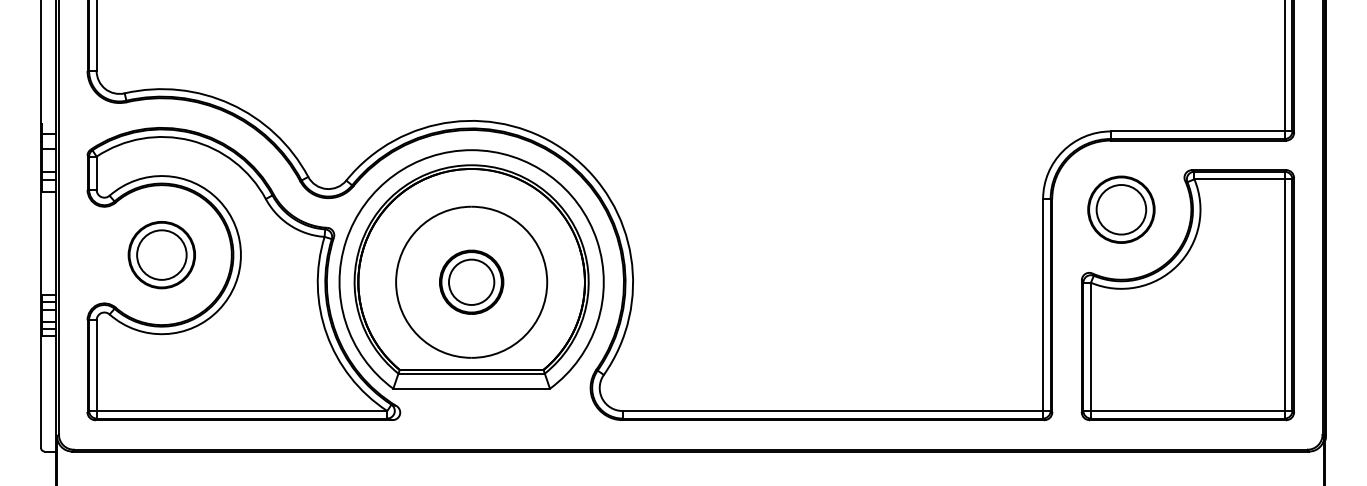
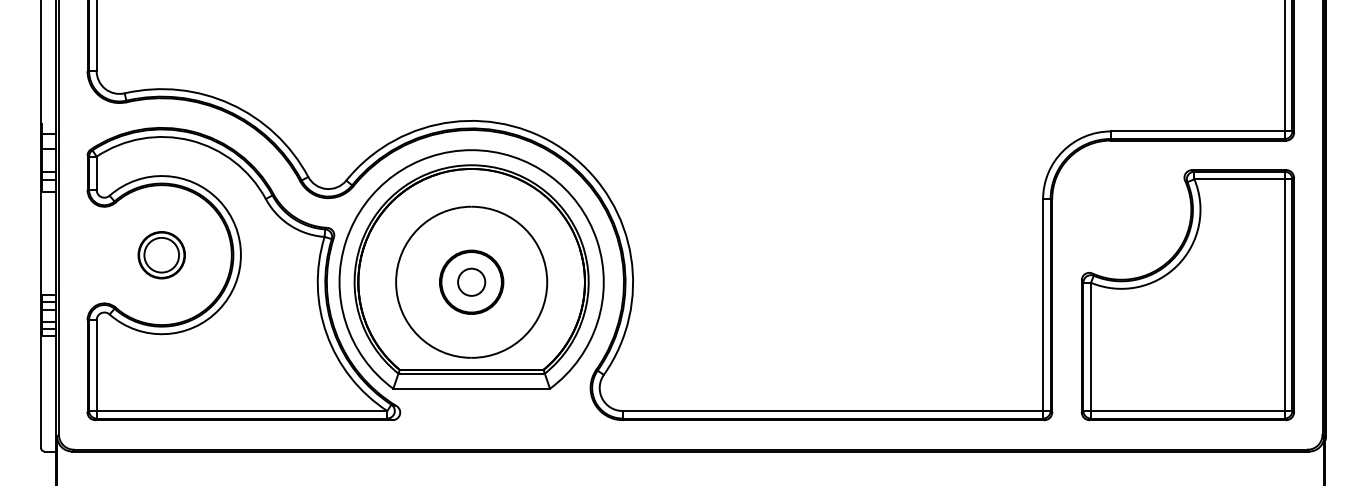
part at (1121, 209): present -> none
part at (161, 255) size: 69x69 px -> 49x49 px
circle at (471, 281) diameter: 45 px -> 27 px
